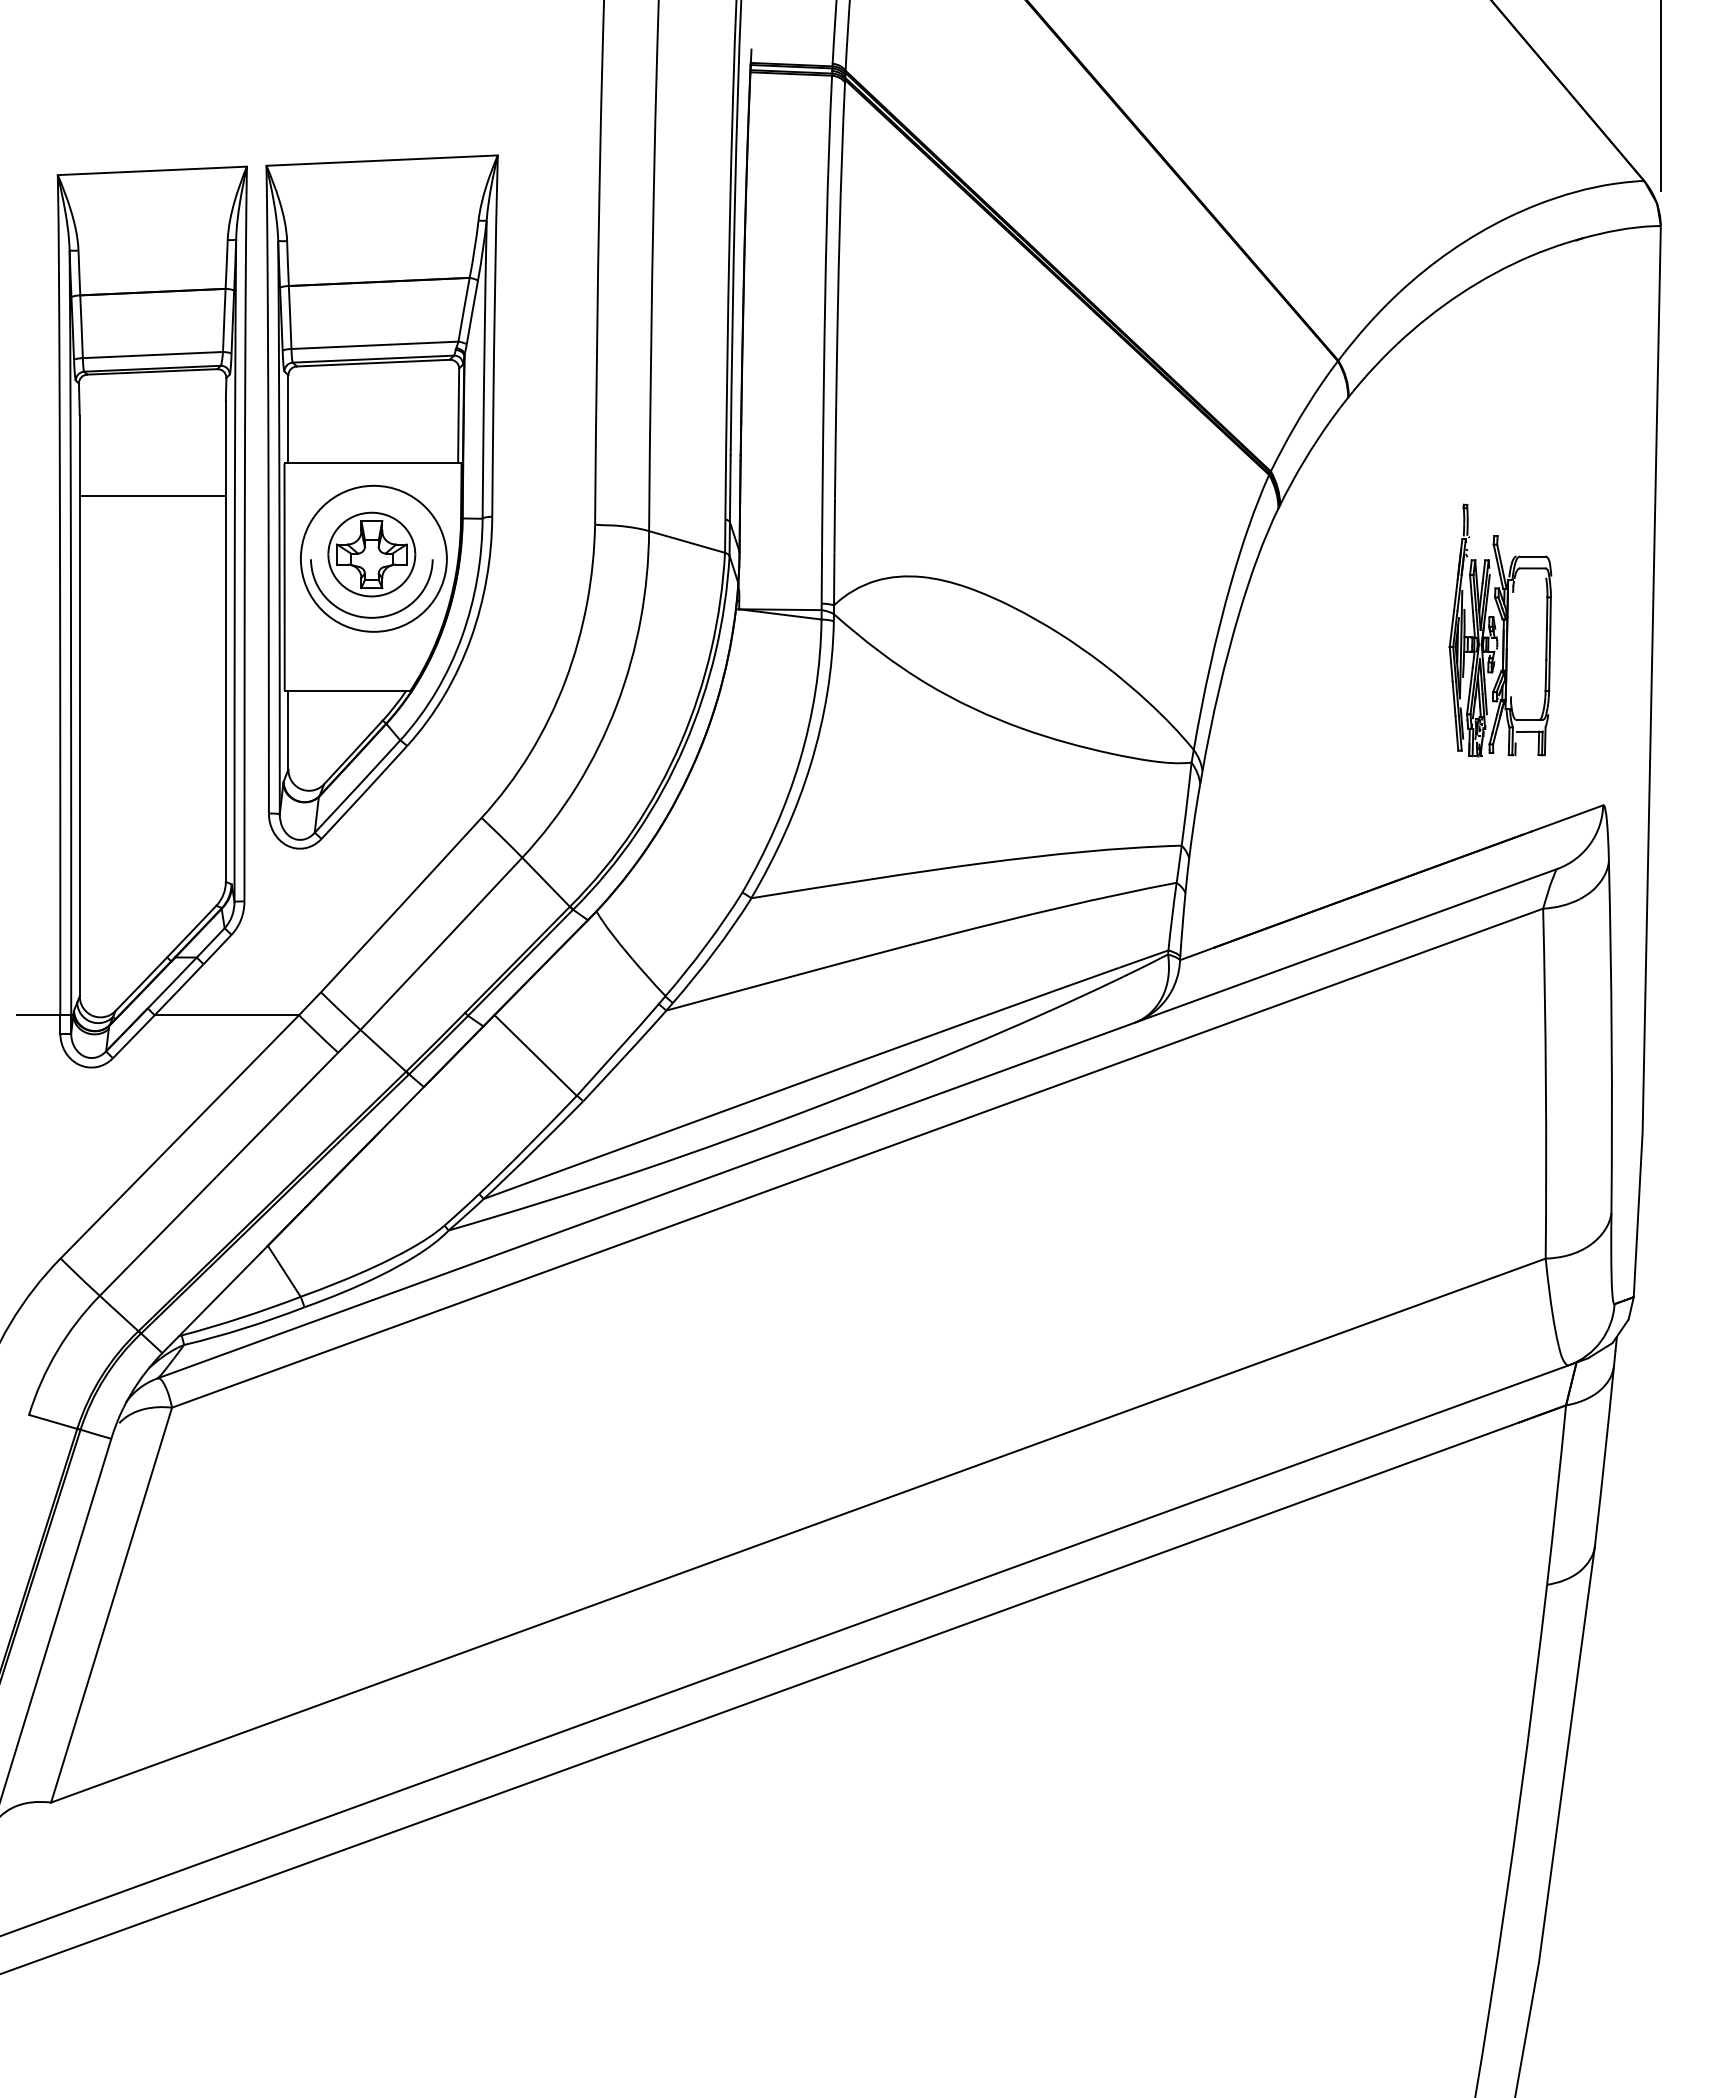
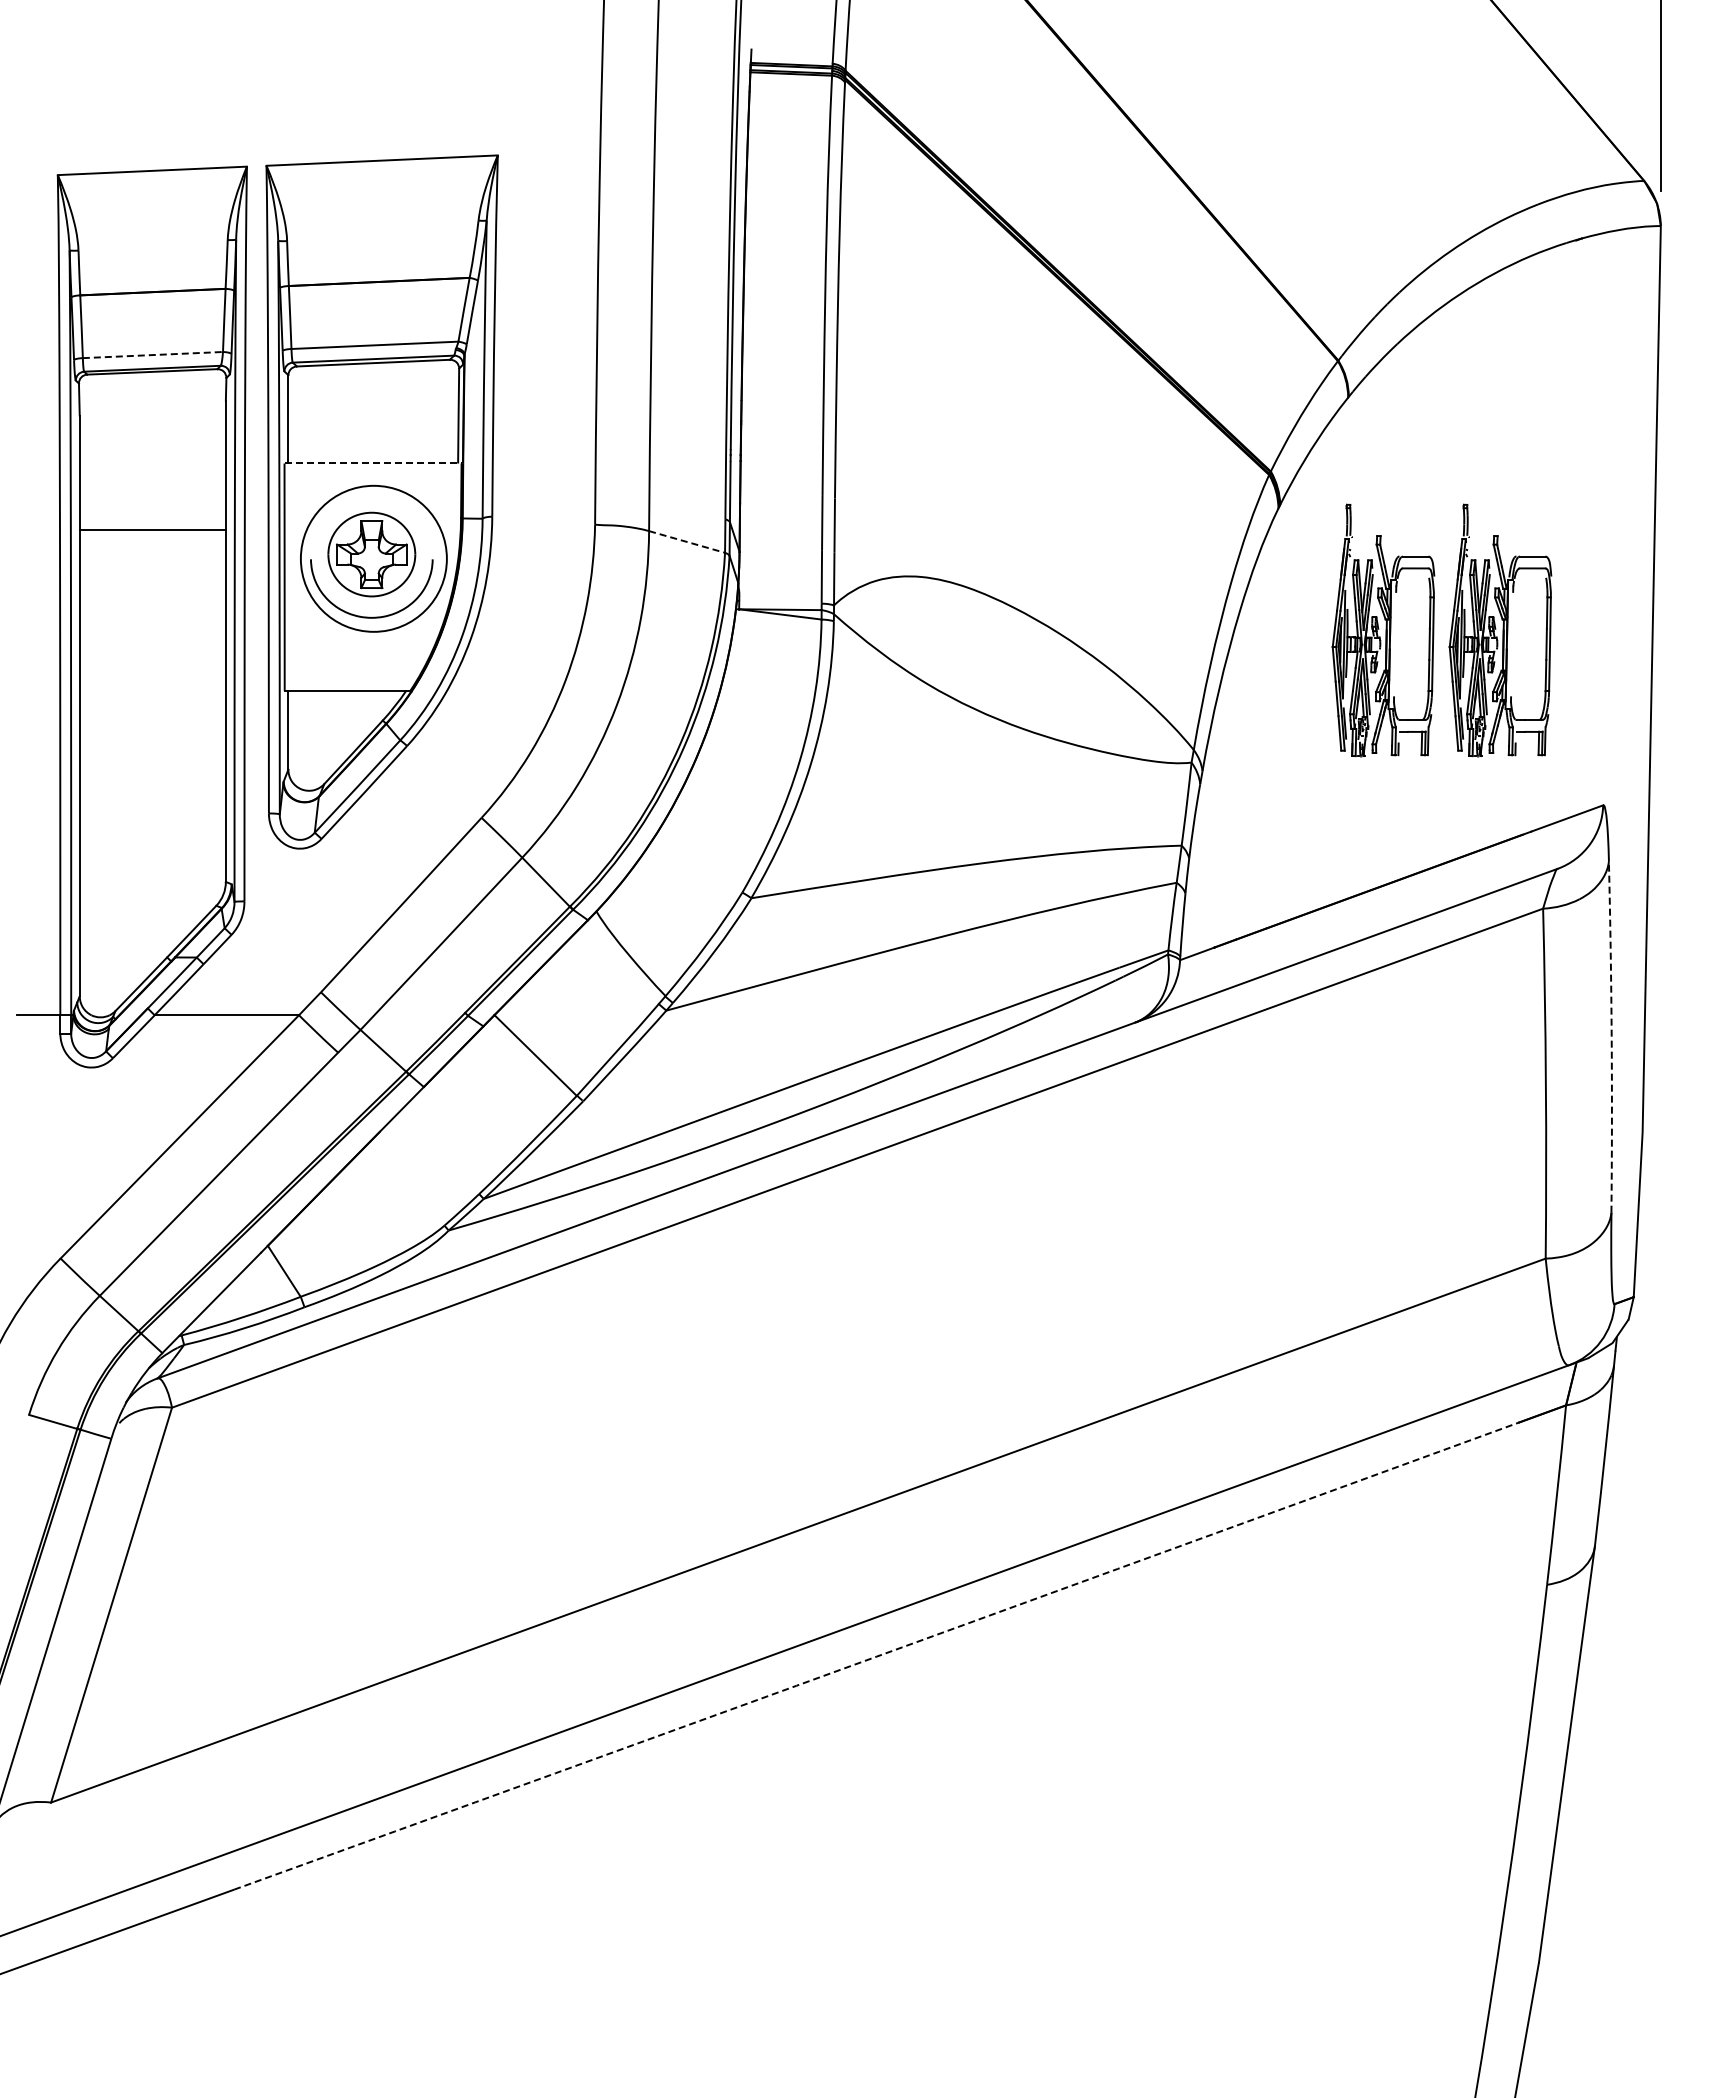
line at (153, 355): solid -> dashed
line at (373, 463): solid -> dashed
line at (152, 496) position: (152, 496) -> (152, 530)
line at (687, 542): solid -> dashed
part at (1383, 630): none -> present
arc at (1611, 1036): solid -> dashed
arc at (876, 1656): solid -> dashed
